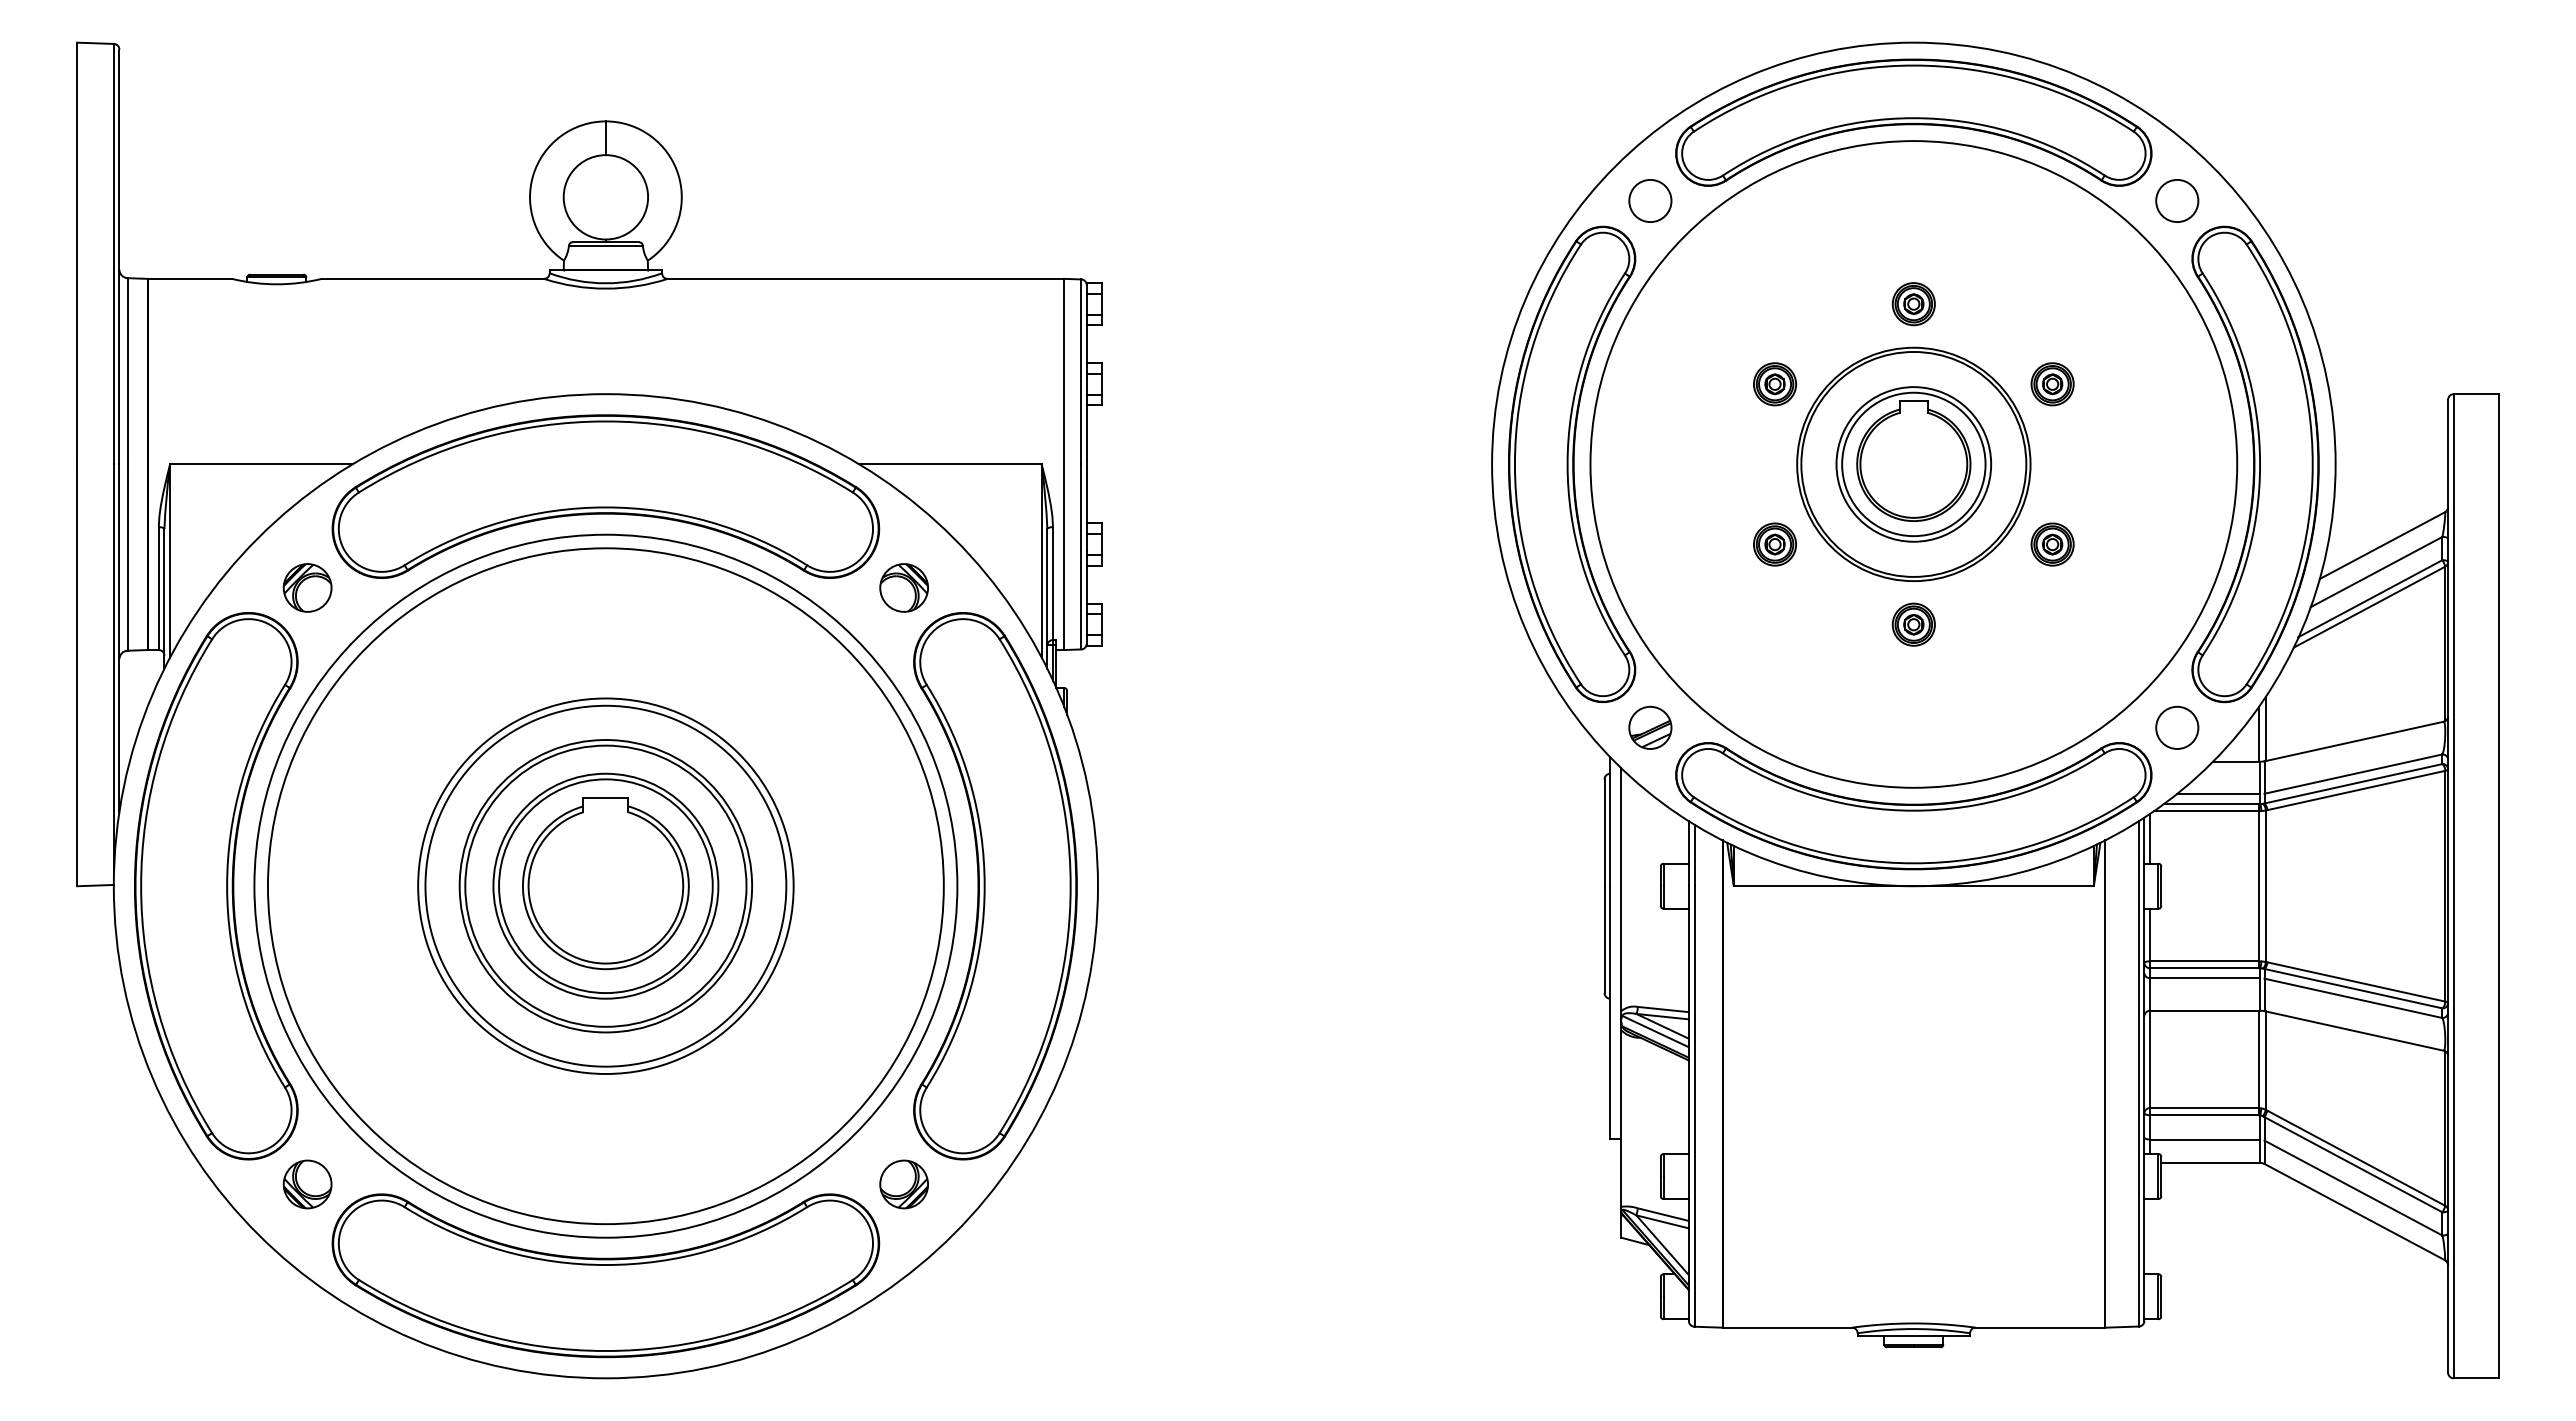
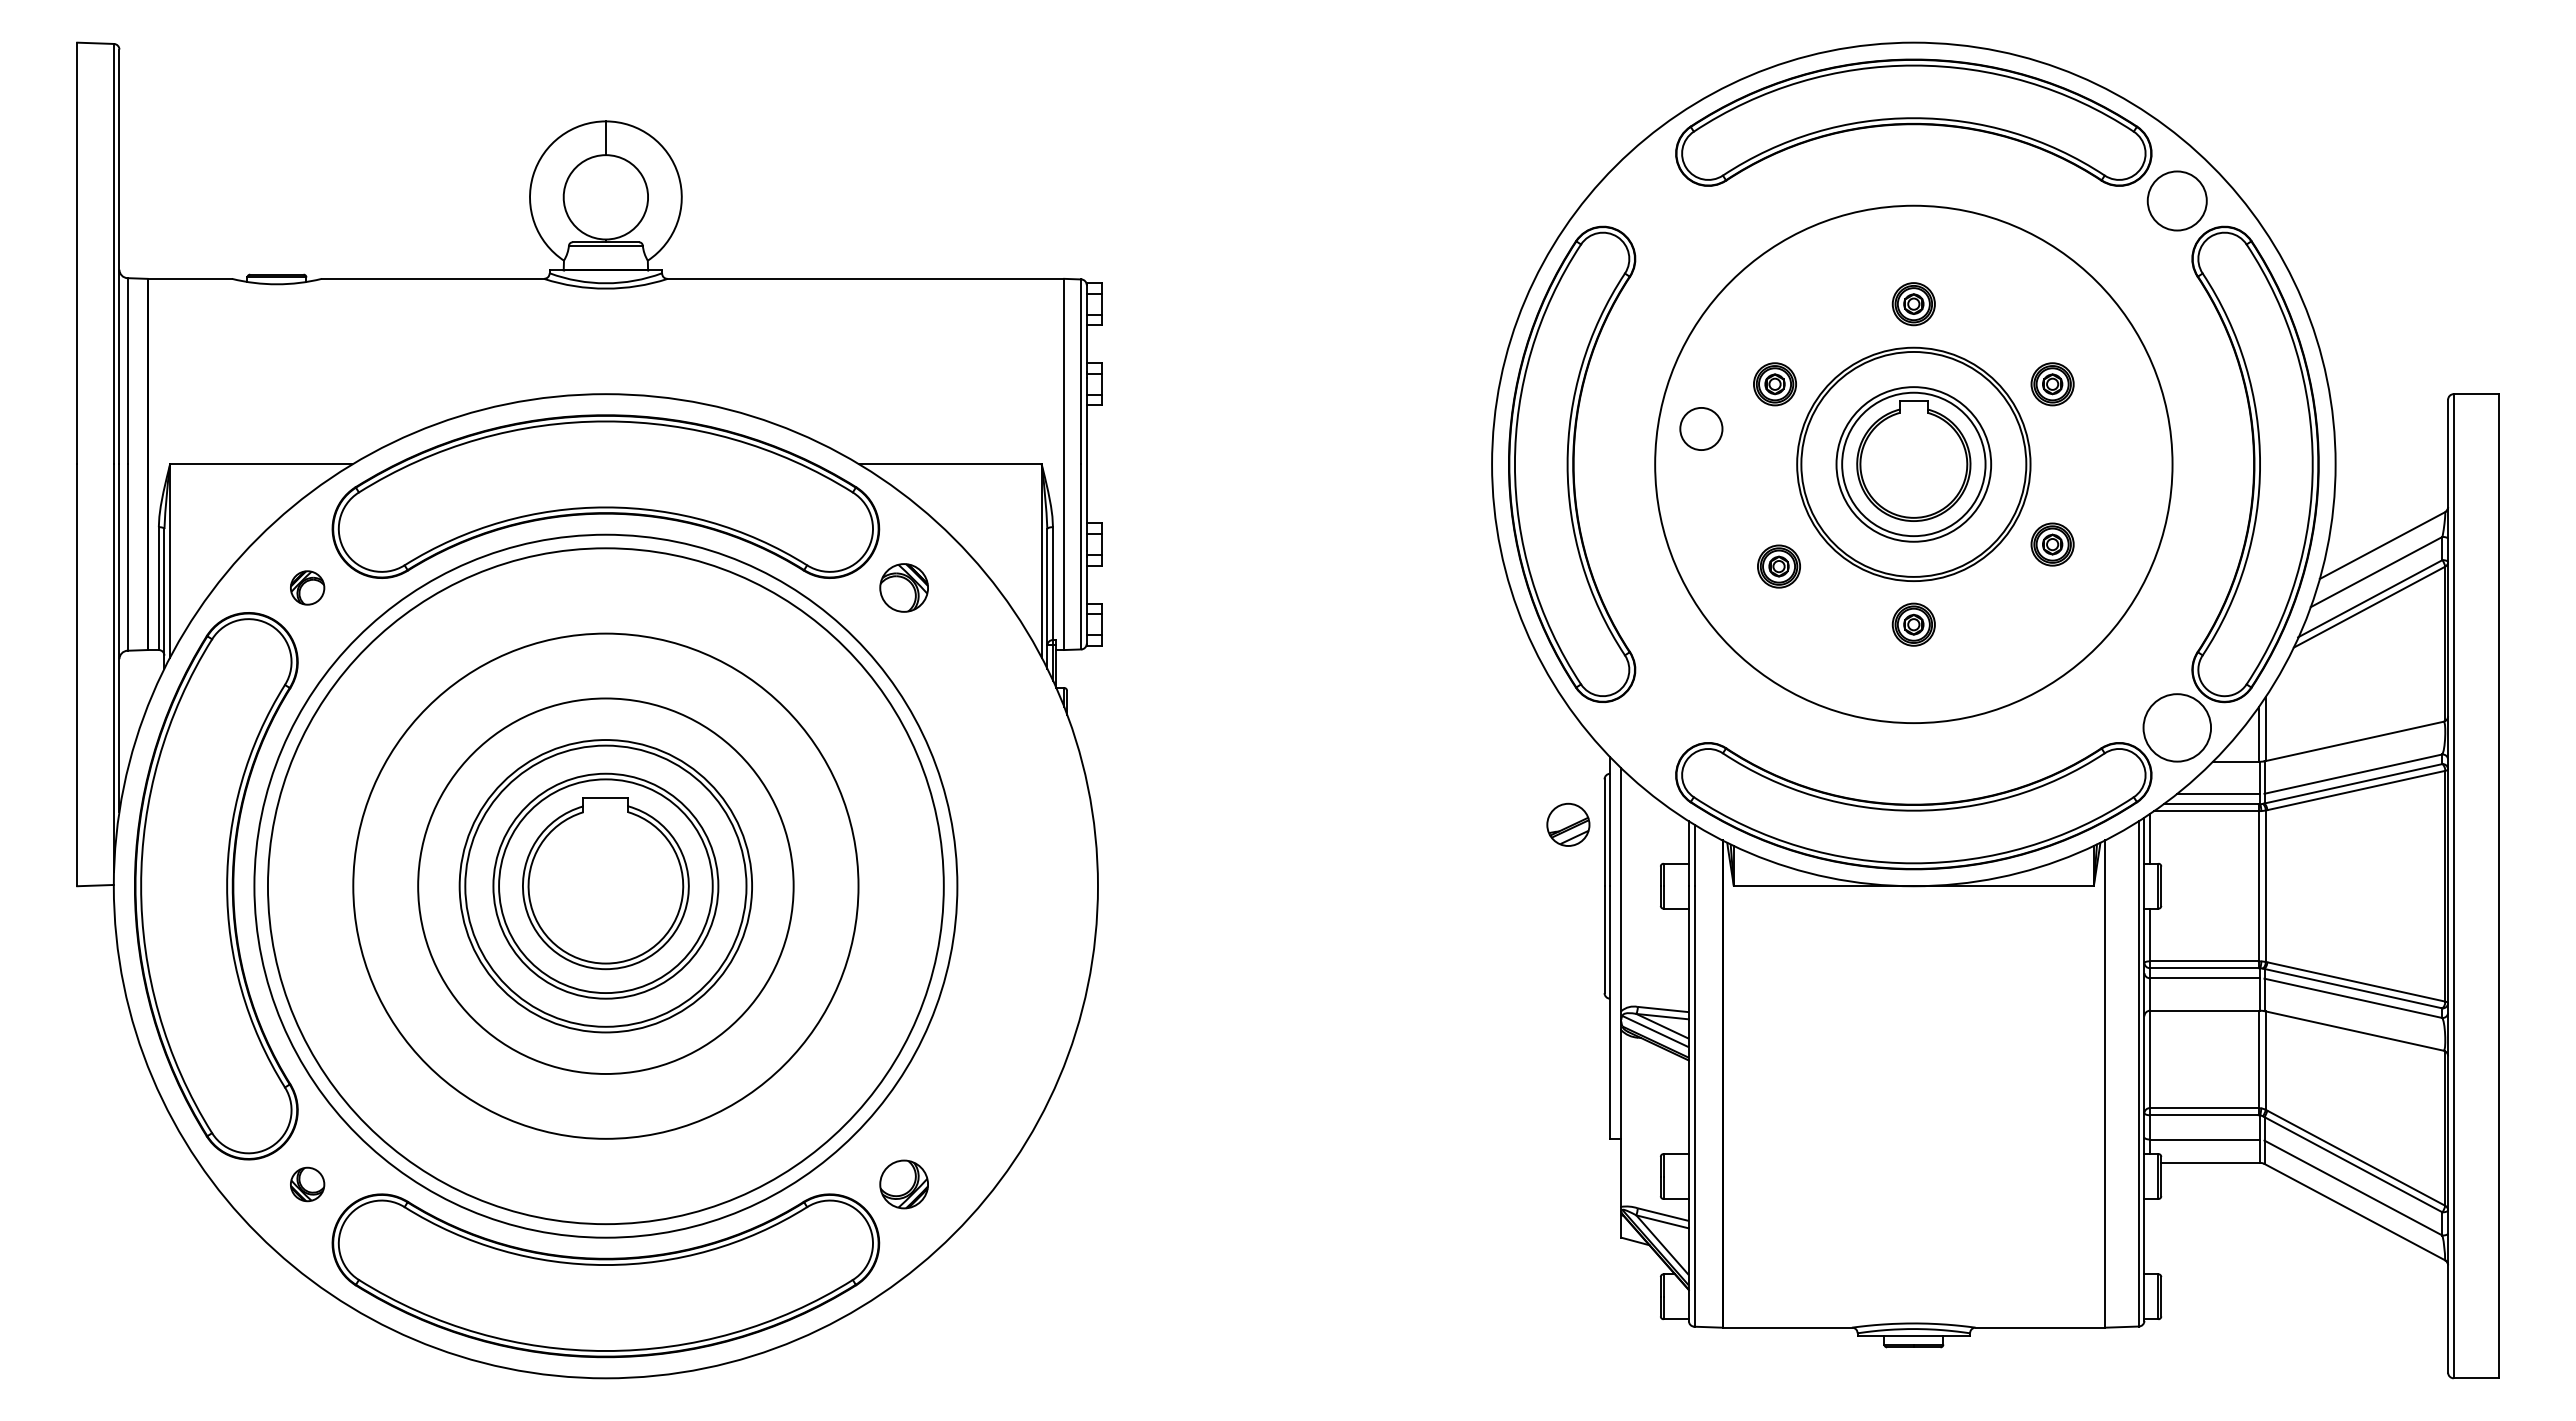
circle at (1650, 200) position: (1650, 200) -> (1701, 428)
circle at (2177, 200) diameter: 42 px -> 59 px
circle at (1913, 464) diameter: 647 px -> 517 px
part at (1774, 544) position: (1774, 544) -> (1778, 566)
part at (307, 587) size: 51x50 px -> 36x36 px
part at (1650, 727) position: (1650, 727) -> (1568, 824)
circle at (2177, 727) diameter: 42 px -> 67 px
circle at (605, 885) diameter: 361 px -> 505 px
part at (995, 886): present -> none
part at (307, 1184) size: 51x51 px -> 36x37 px
